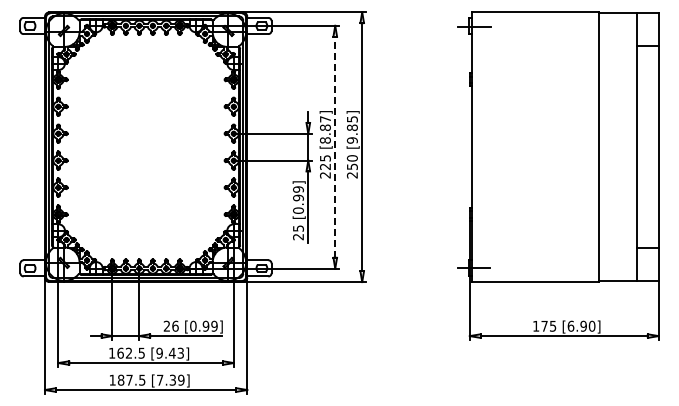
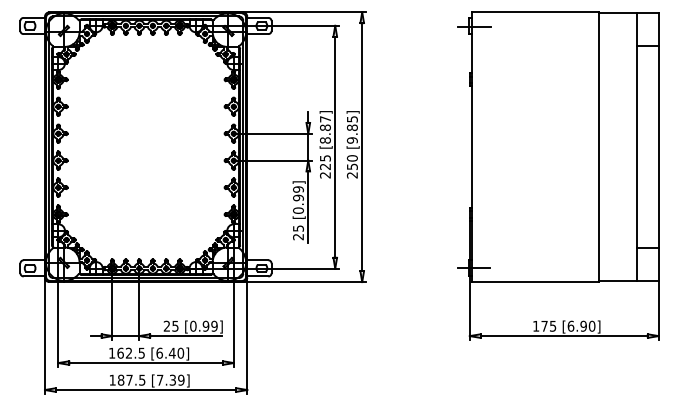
line at (335, 147): dashed -> solid
text at (175, 325): 26 -> 25
text at (170, 352): [9.43] -> [6.40]
